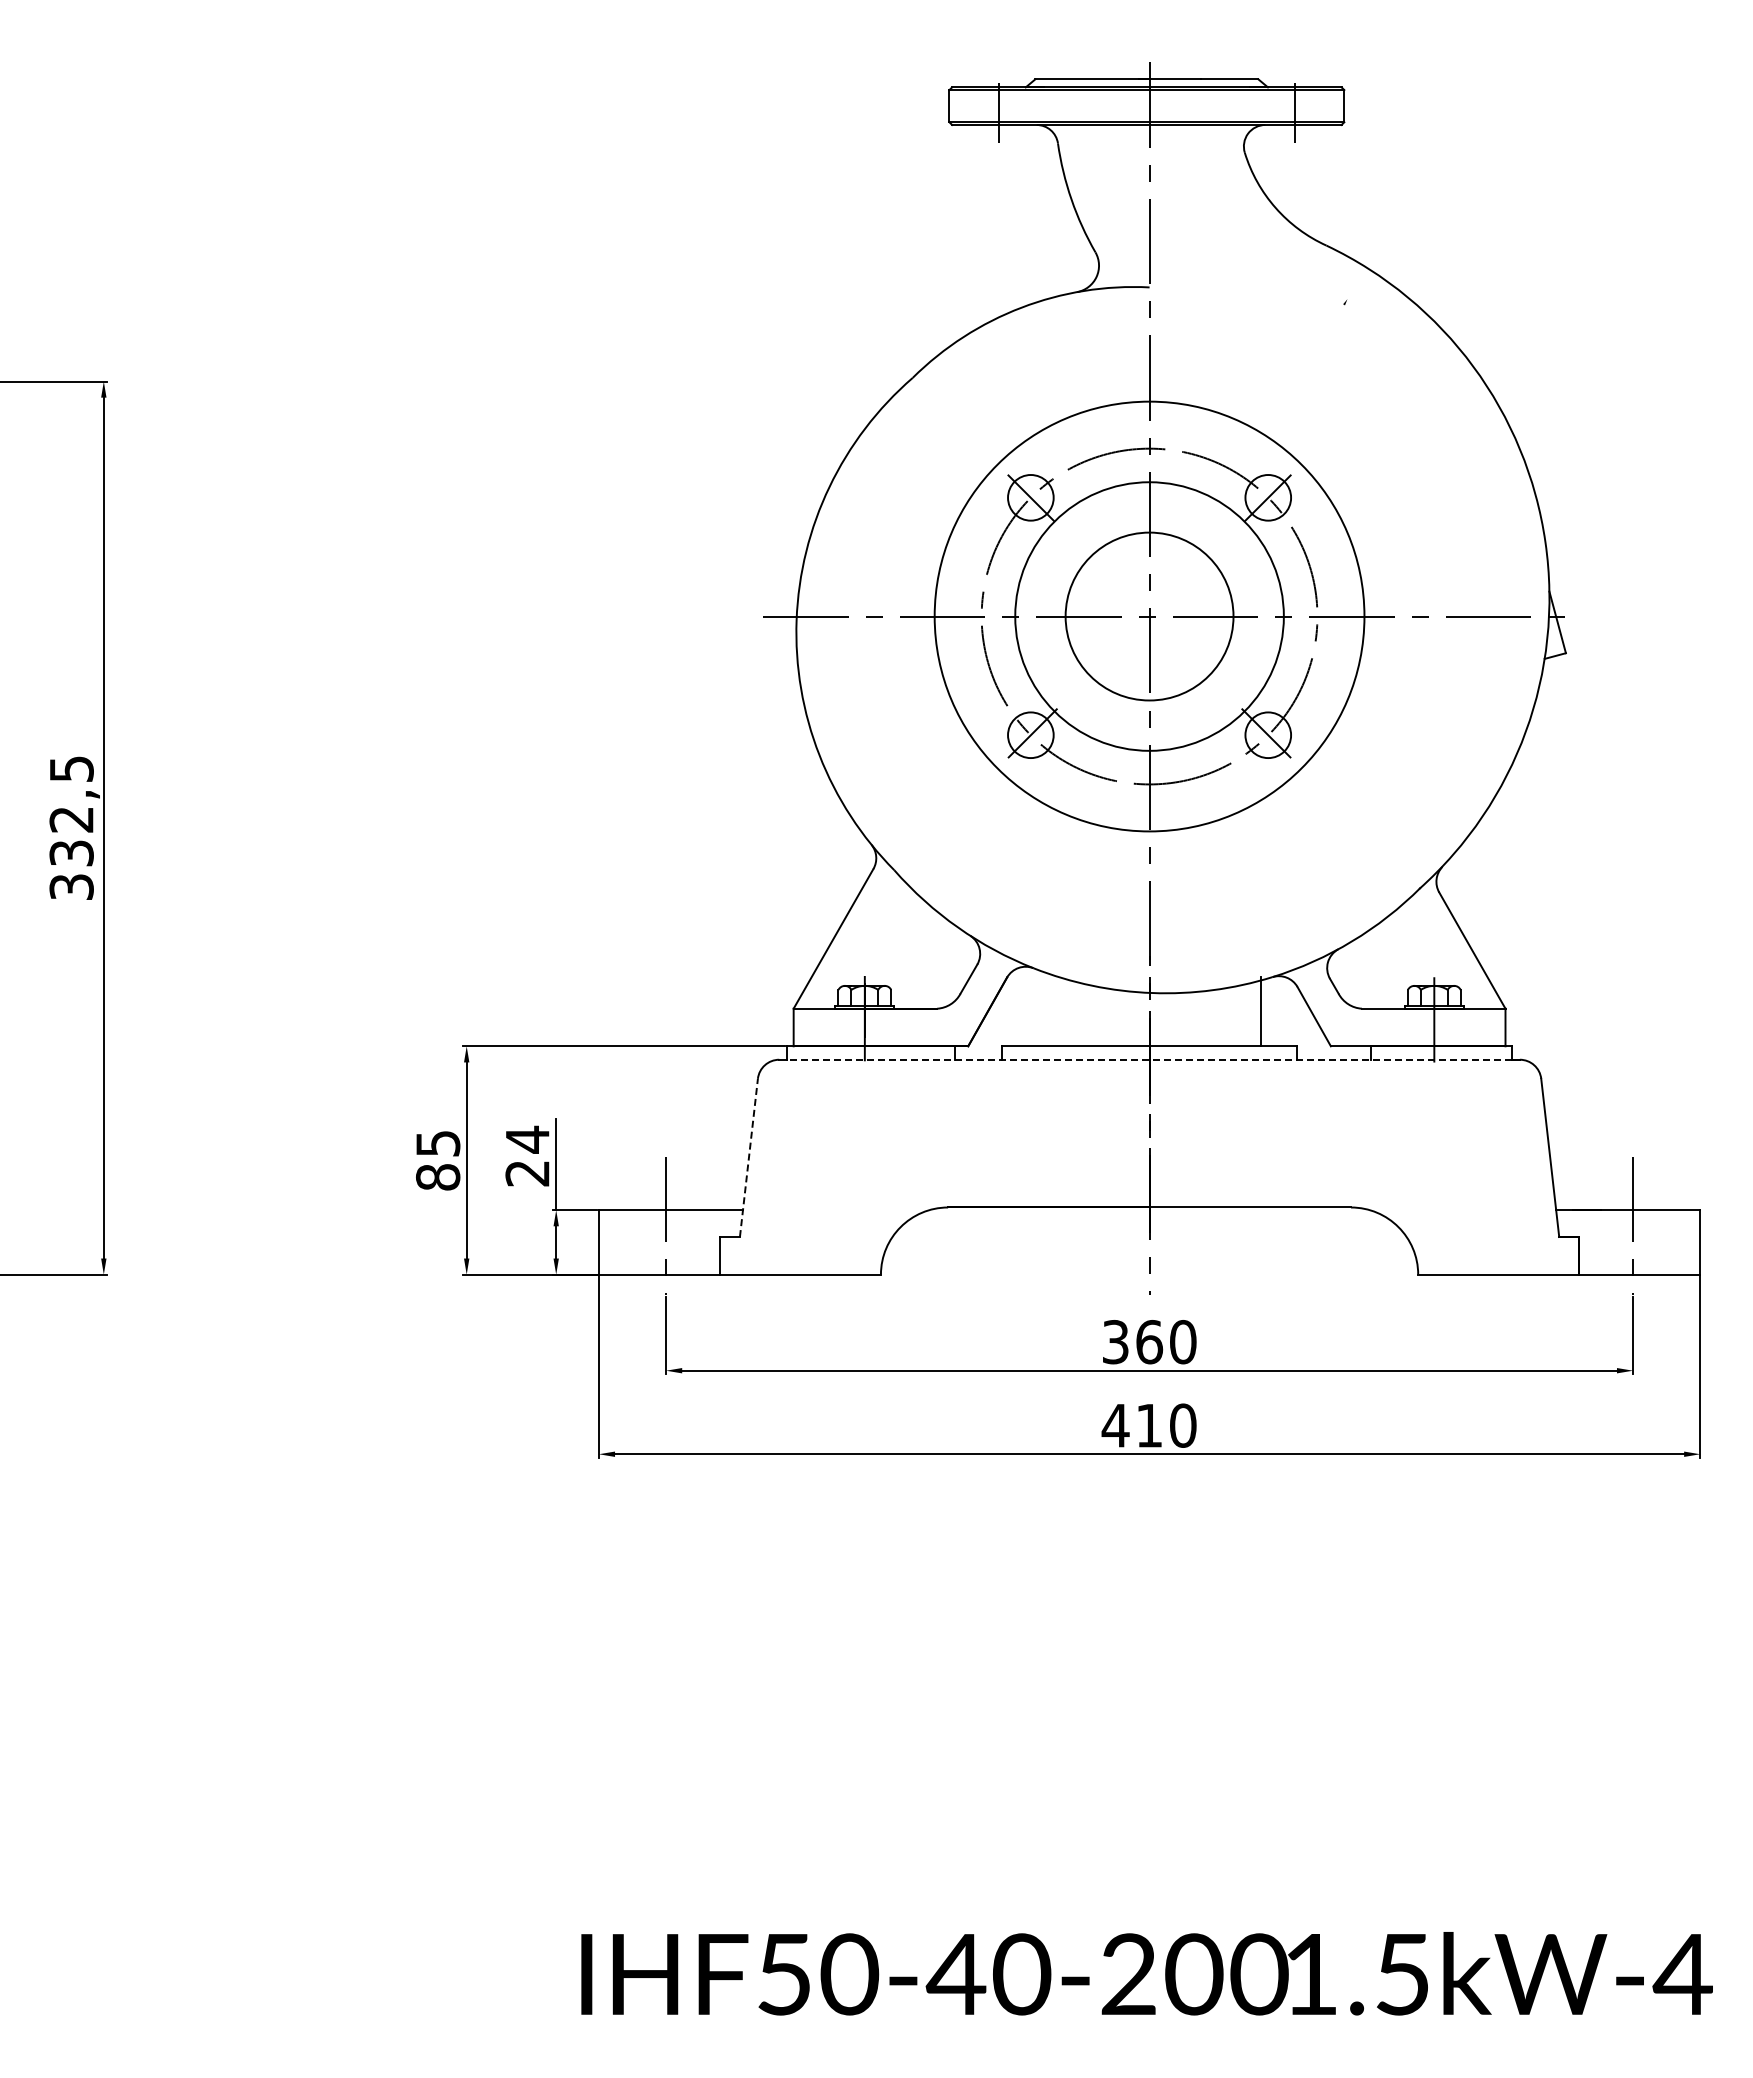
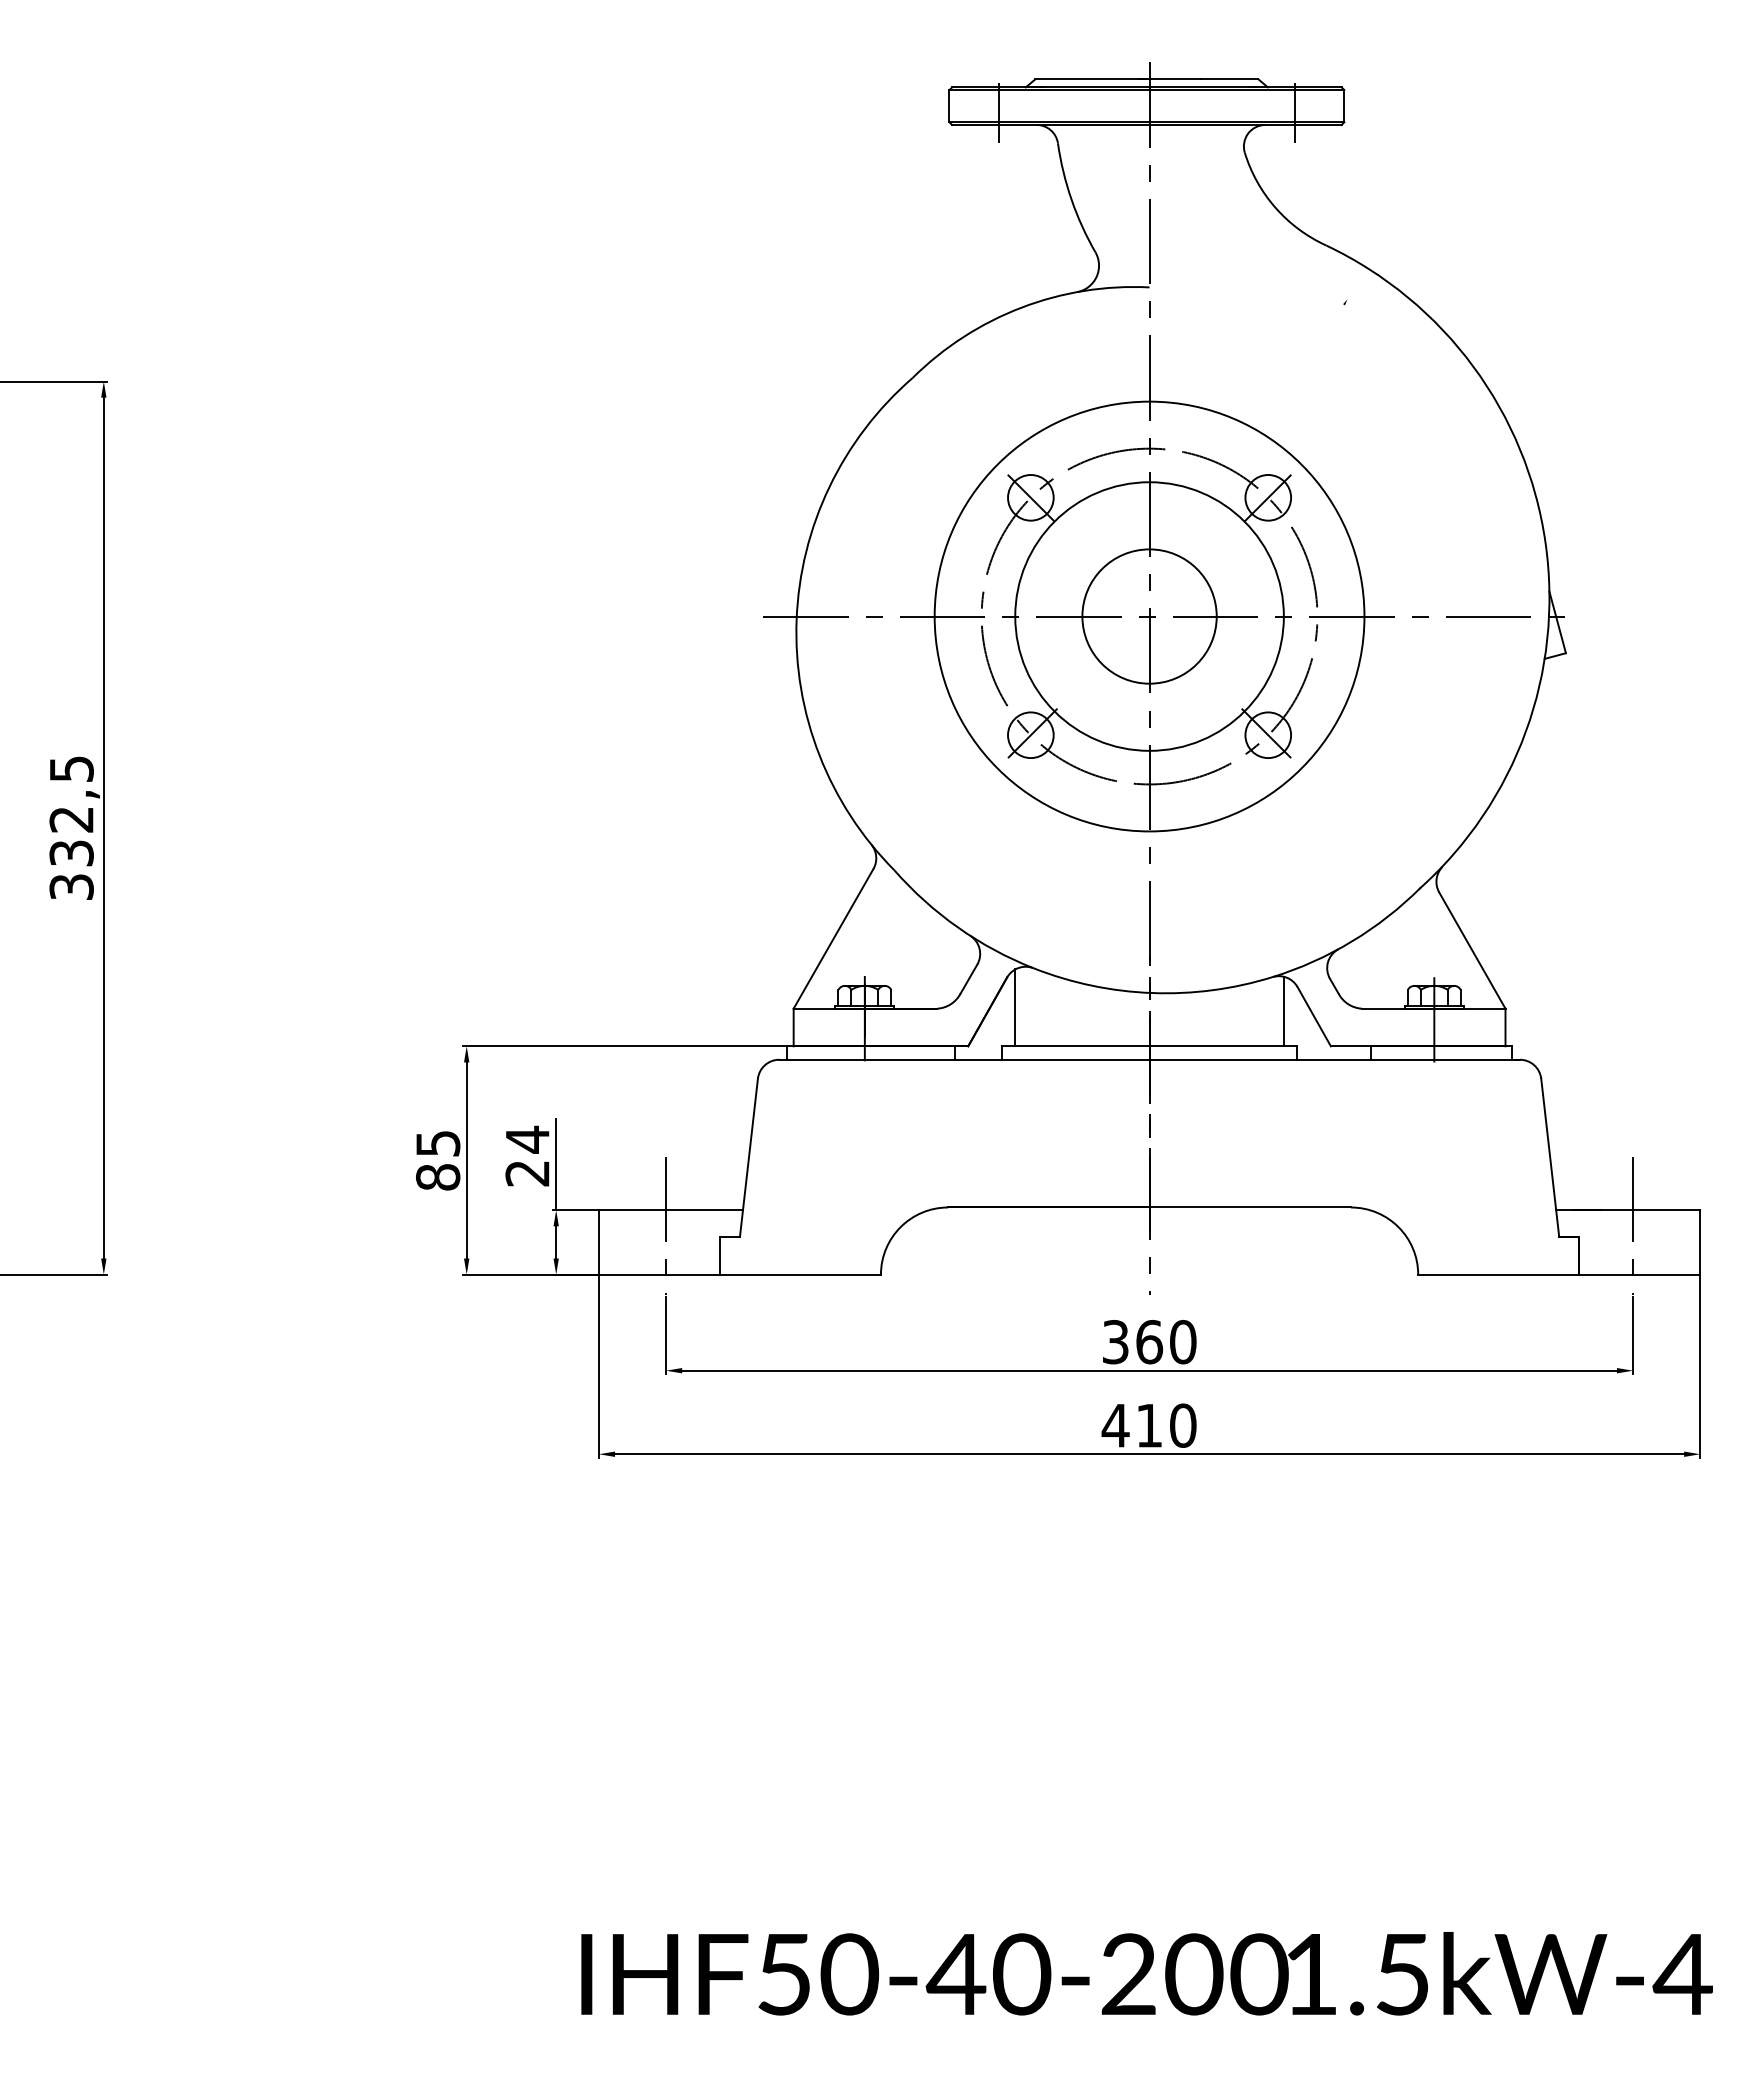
circle at (1149, 616) diameter: 168 px -> 134 px
line at (1015, 1007): none -> present
line at (1260, 1011) position: (1260, 1011) -> (1283, 1011)
line at (1149, 1059): dashed -> solid
line at (748, 1157): dashed -> solid
